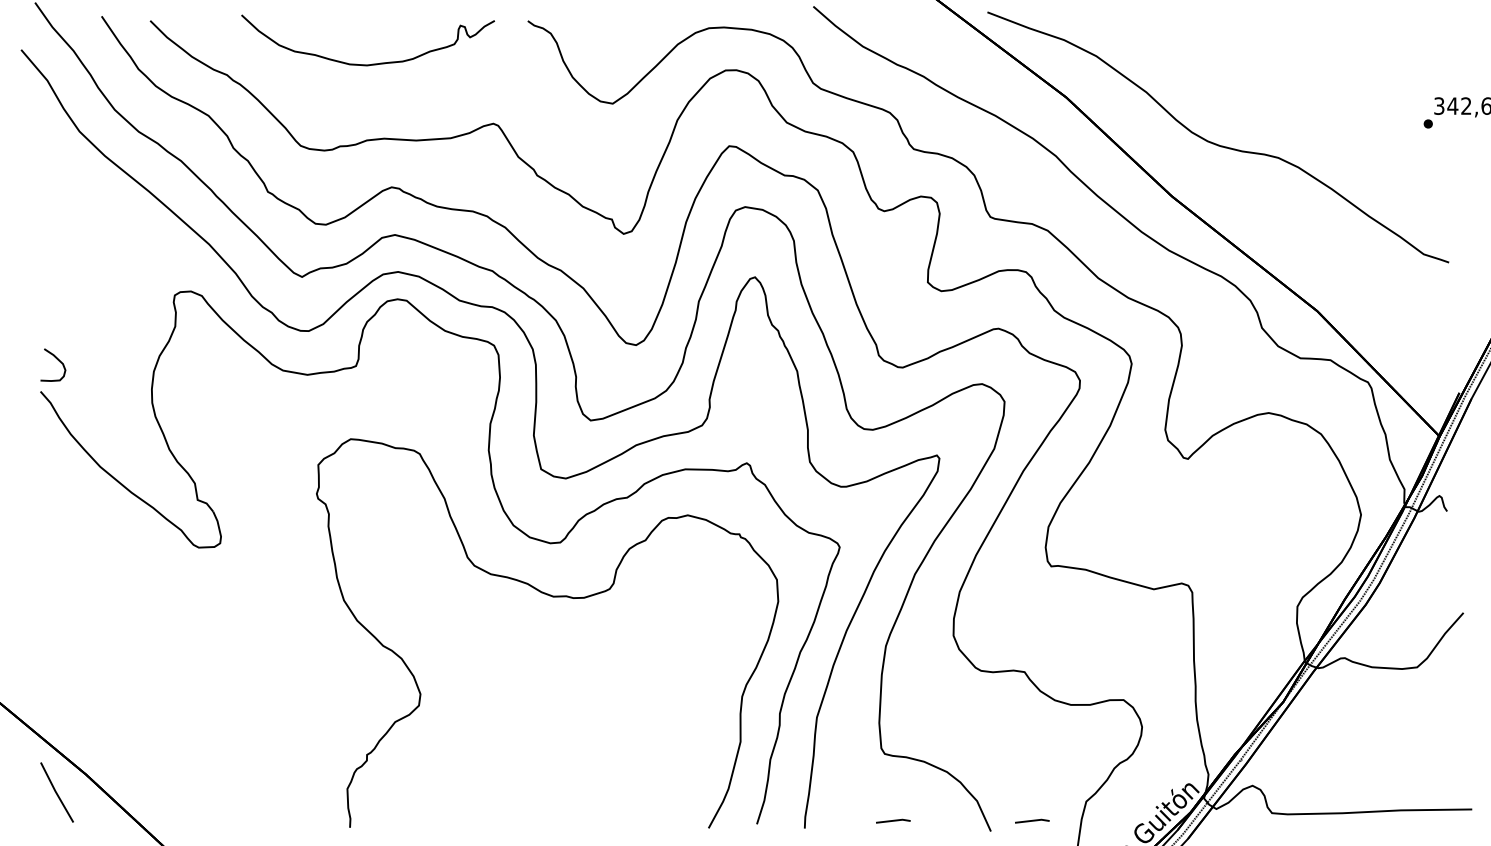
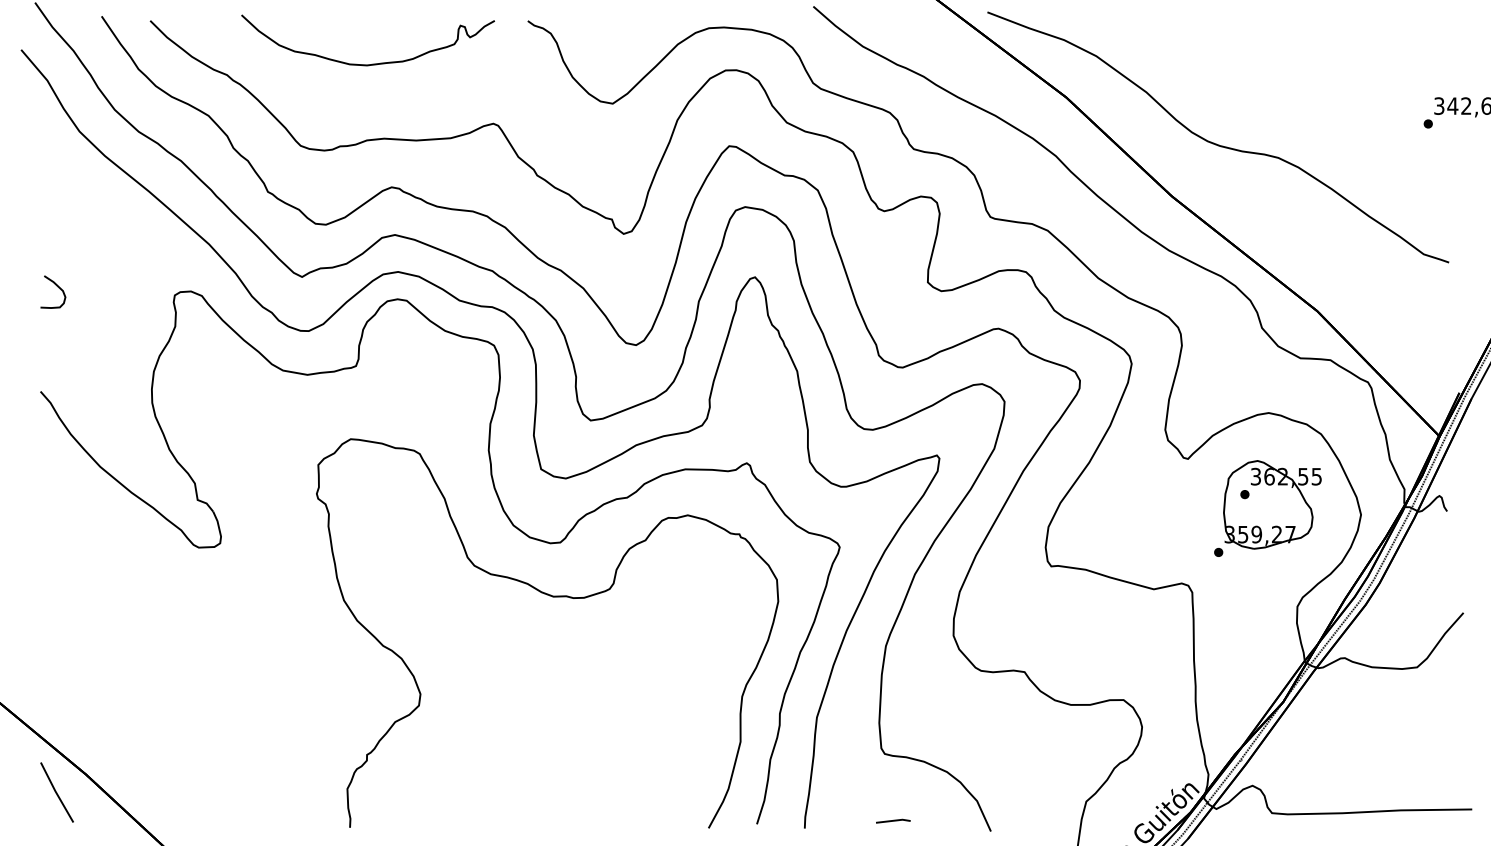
curve at (57, 360) position: (57, 360) -> (57, 287)
part at (1267, 508): none -> present
line at (1032, 820): present -> none
